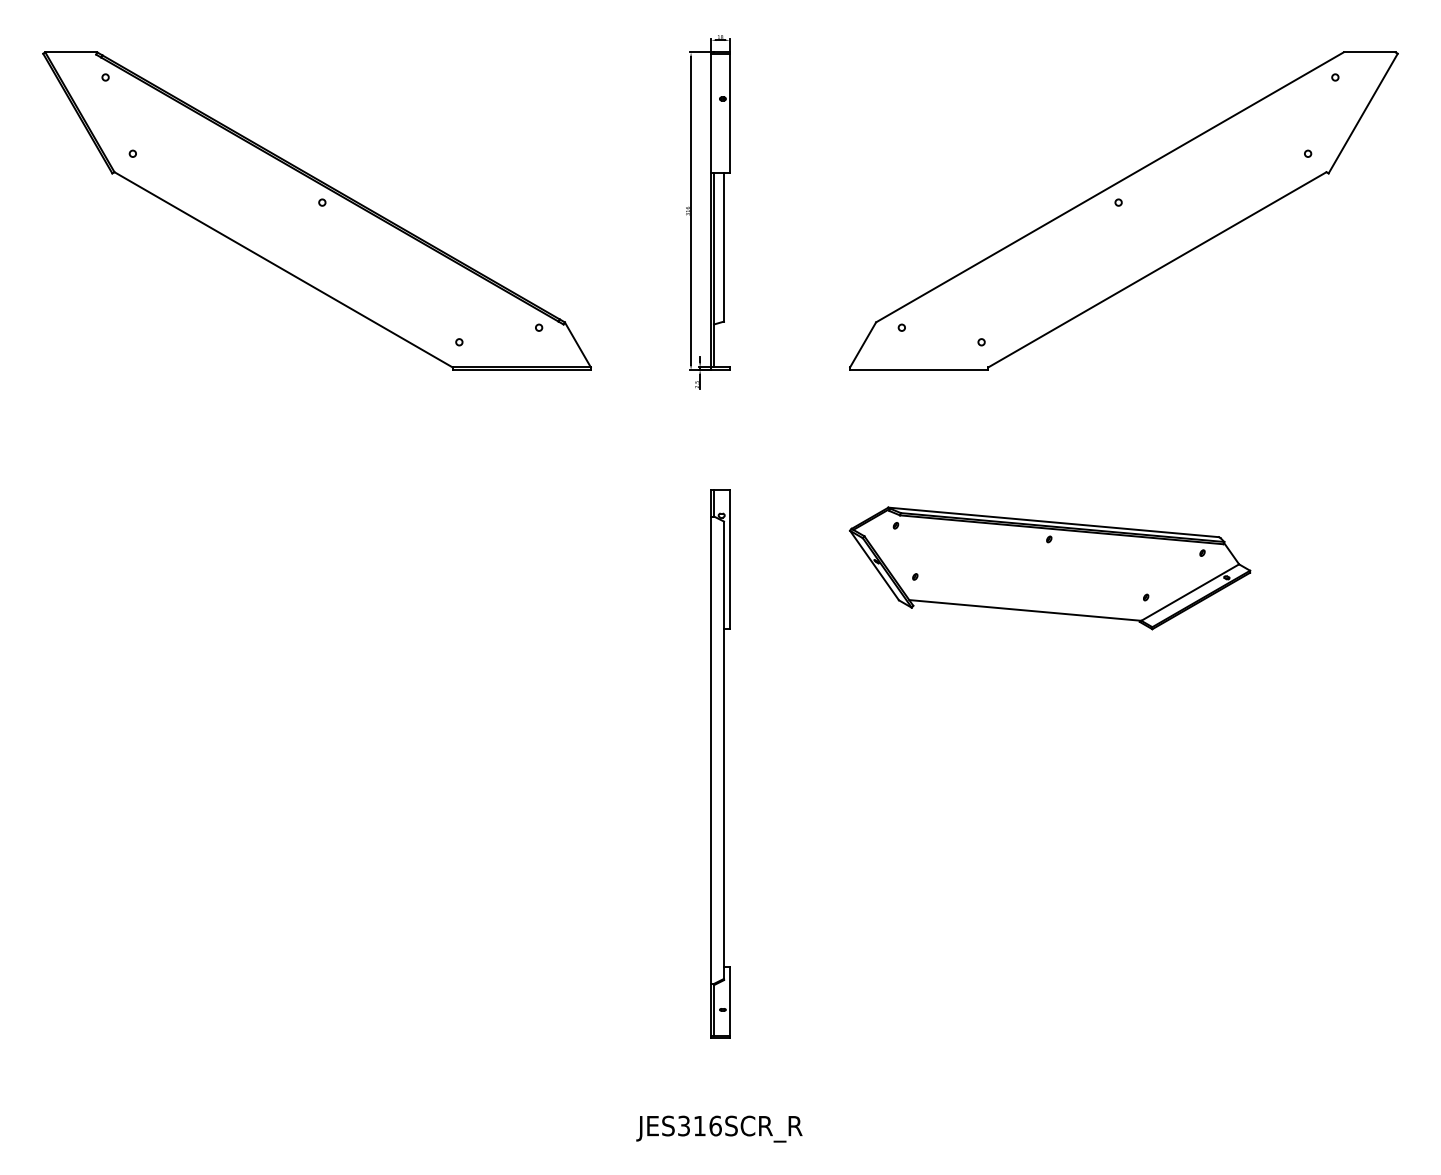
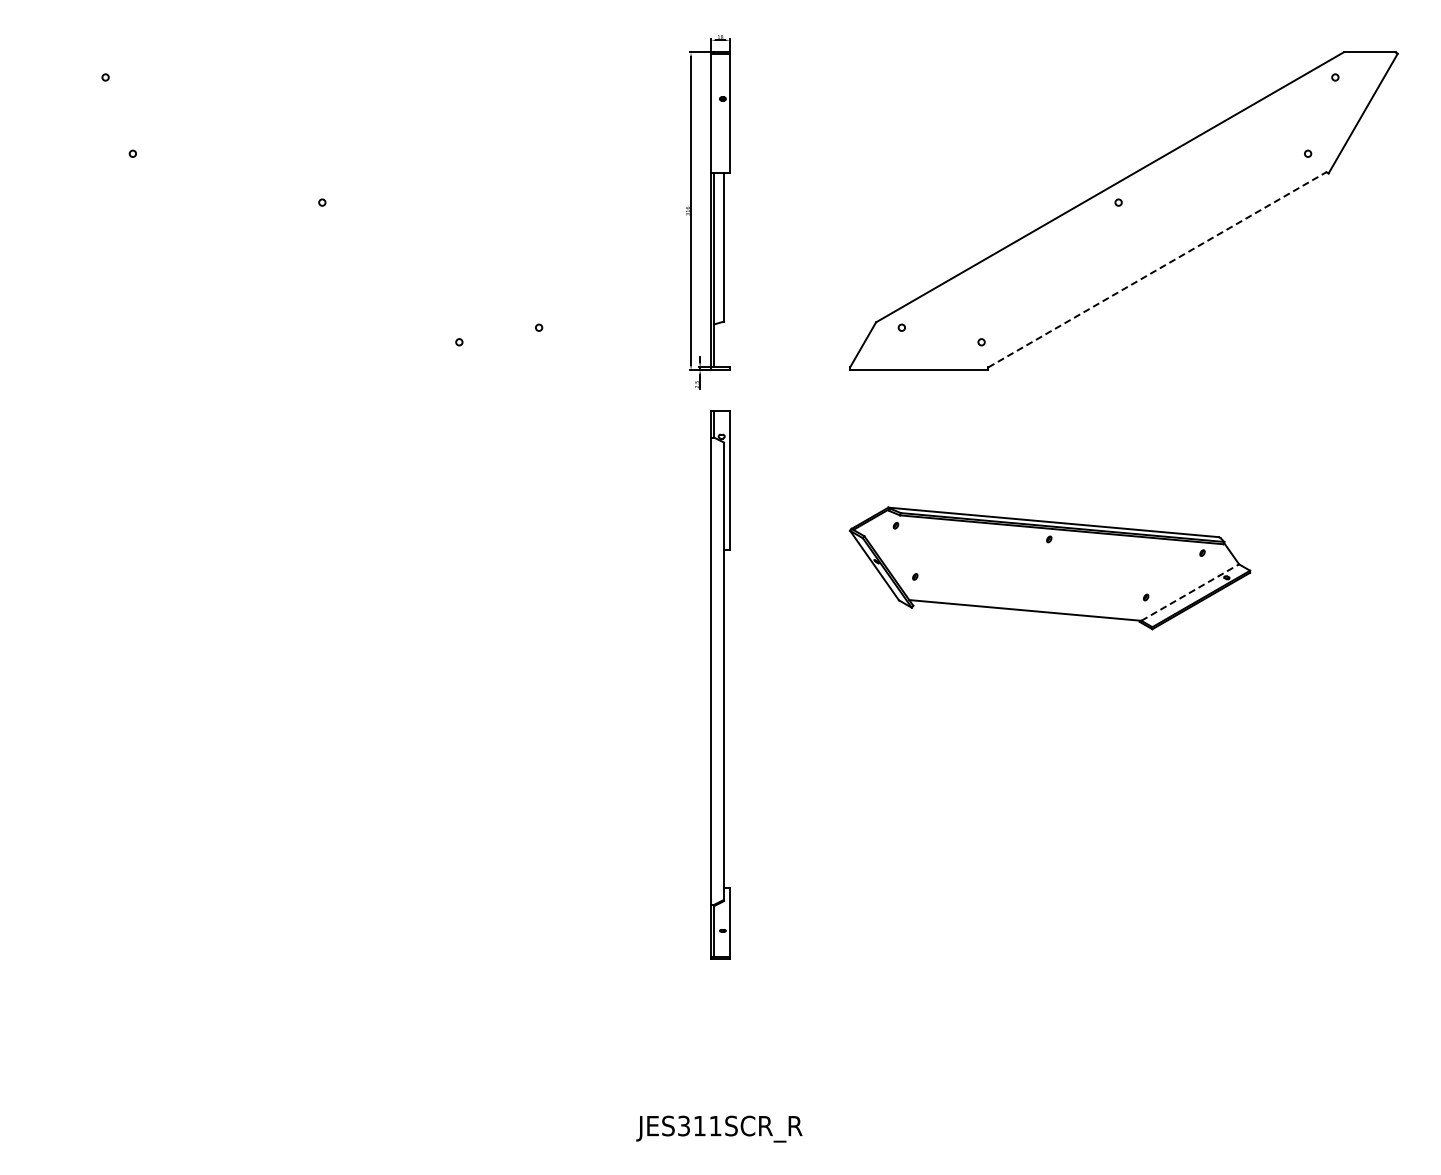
part at (316, 210): present -> none
line at (1157, 269): solid -> dashed
line at (1190, 592): solid -> dashed
part at (720, 763) position: (720, 763) -> (720, 684)
text at (715, 1125): JES316SCR_R -> JES311SCR_R
